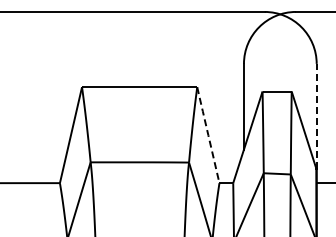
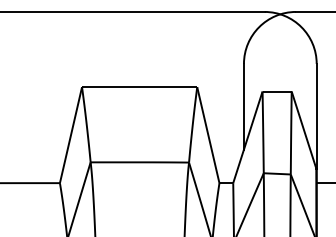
line at (316, 115): dashed -> solid
line at (208, 135): dashed -> solid
